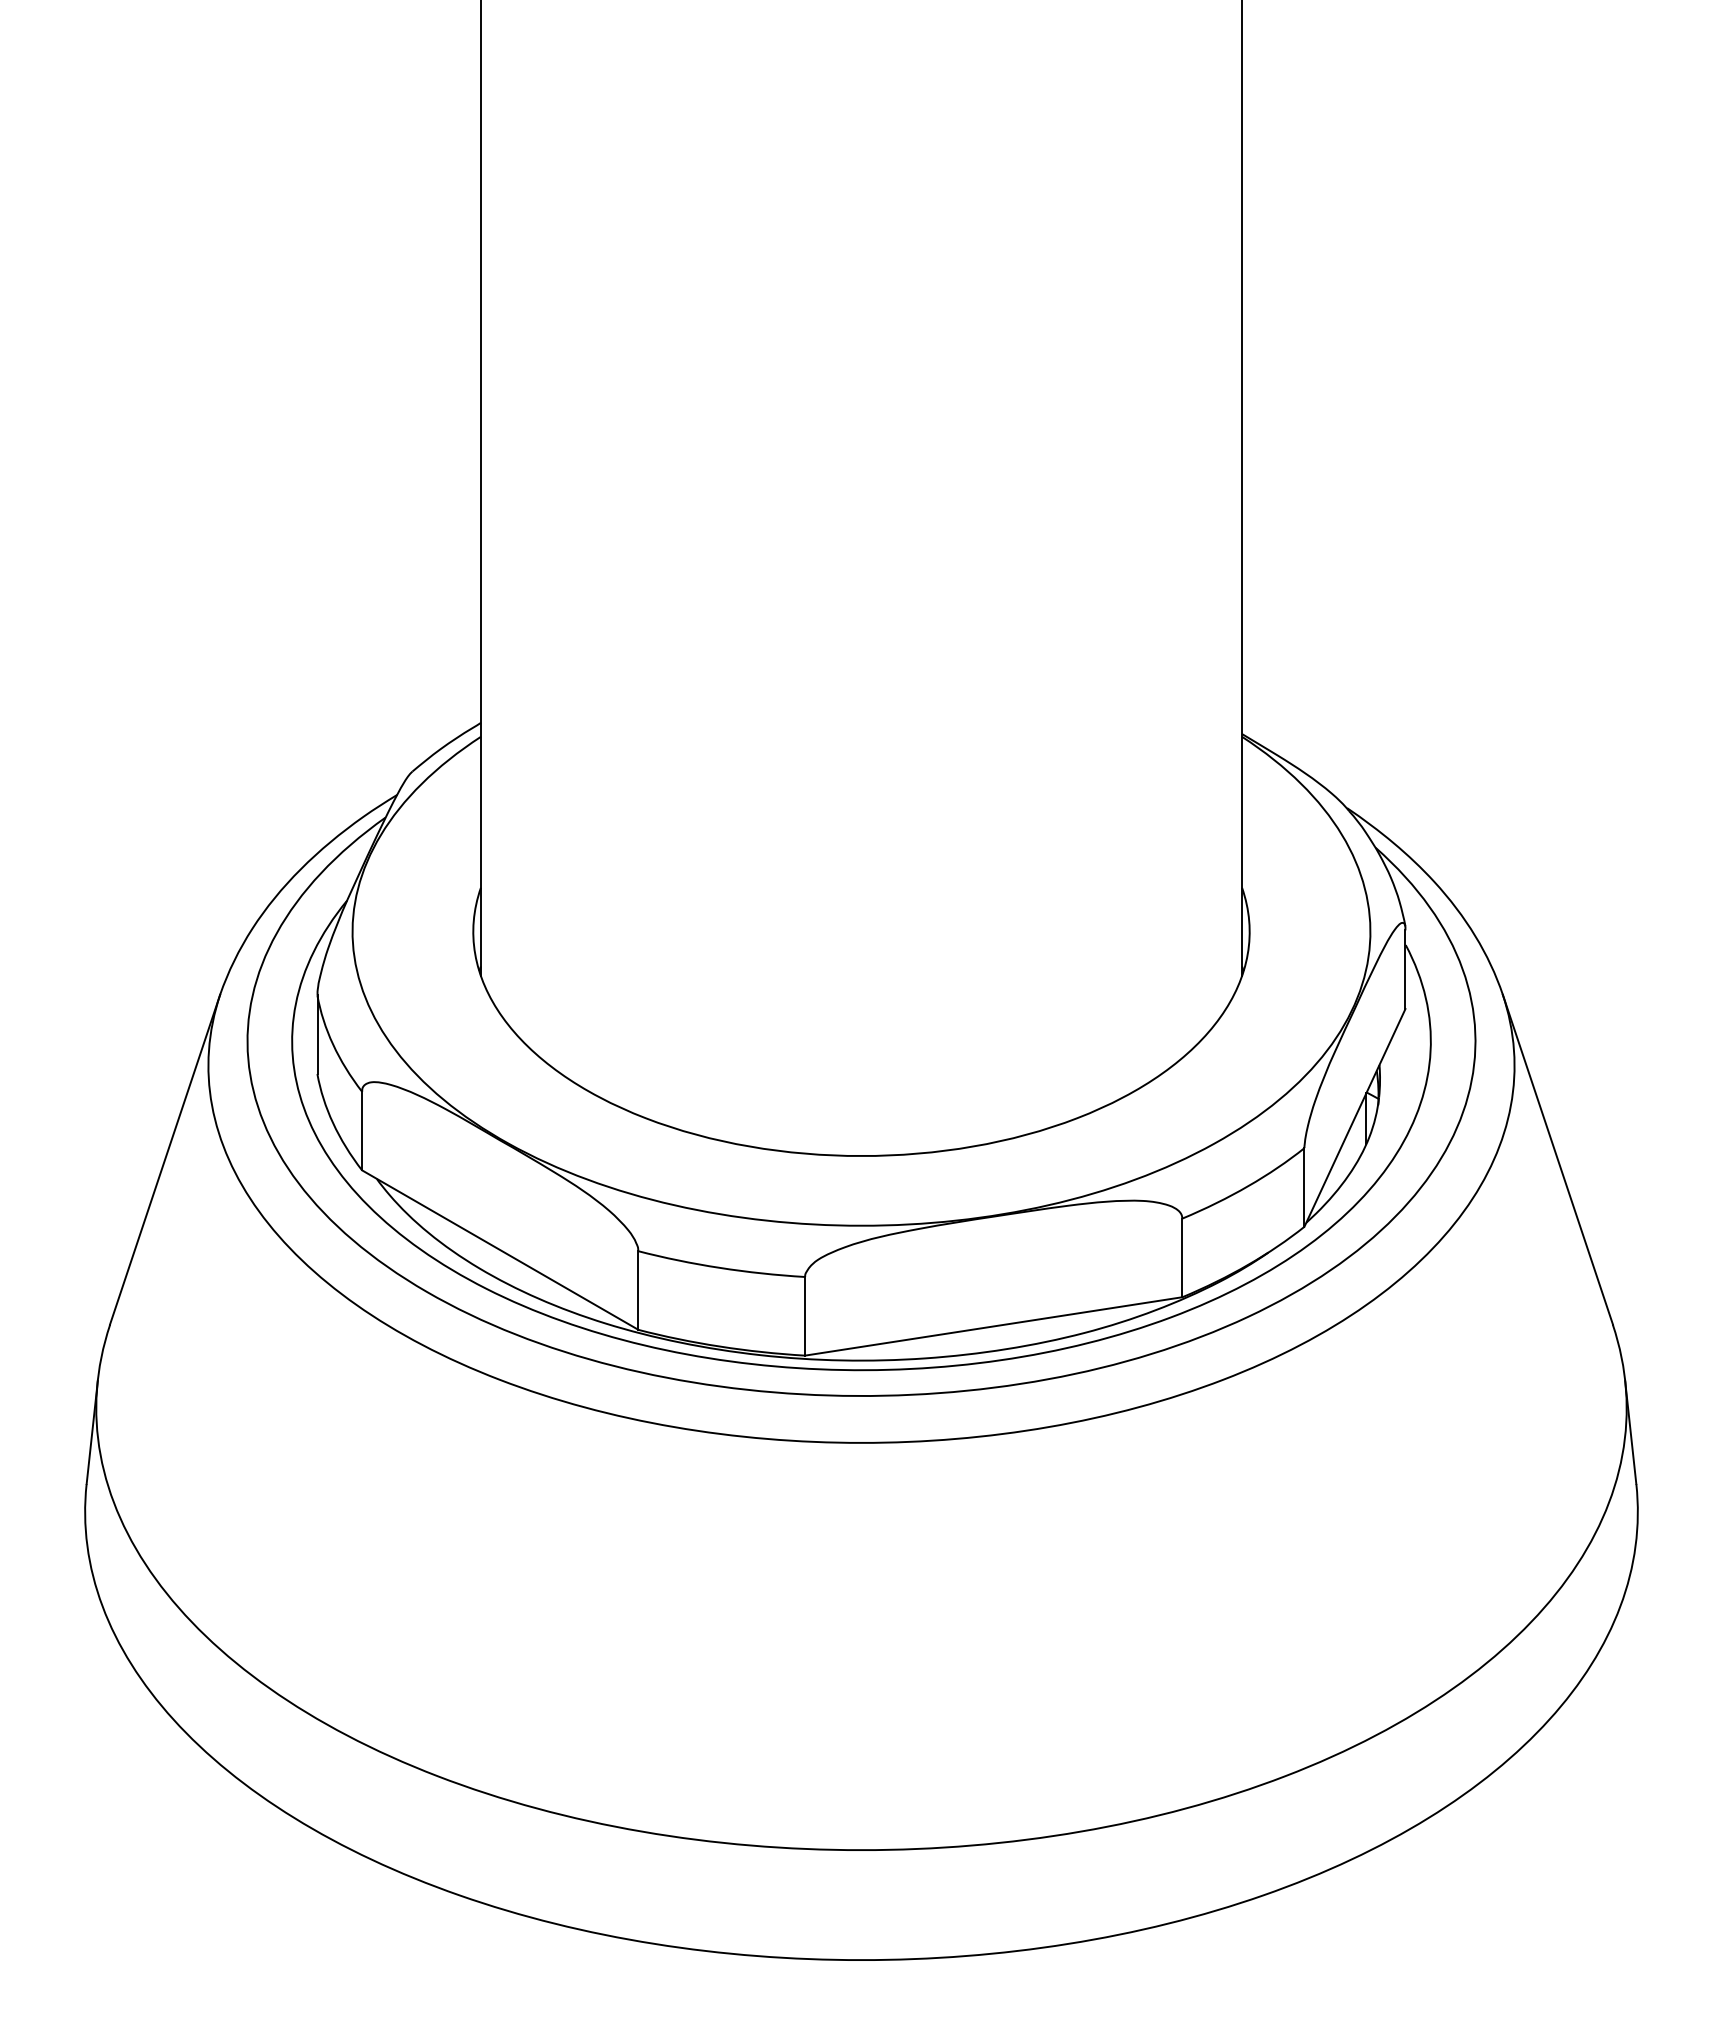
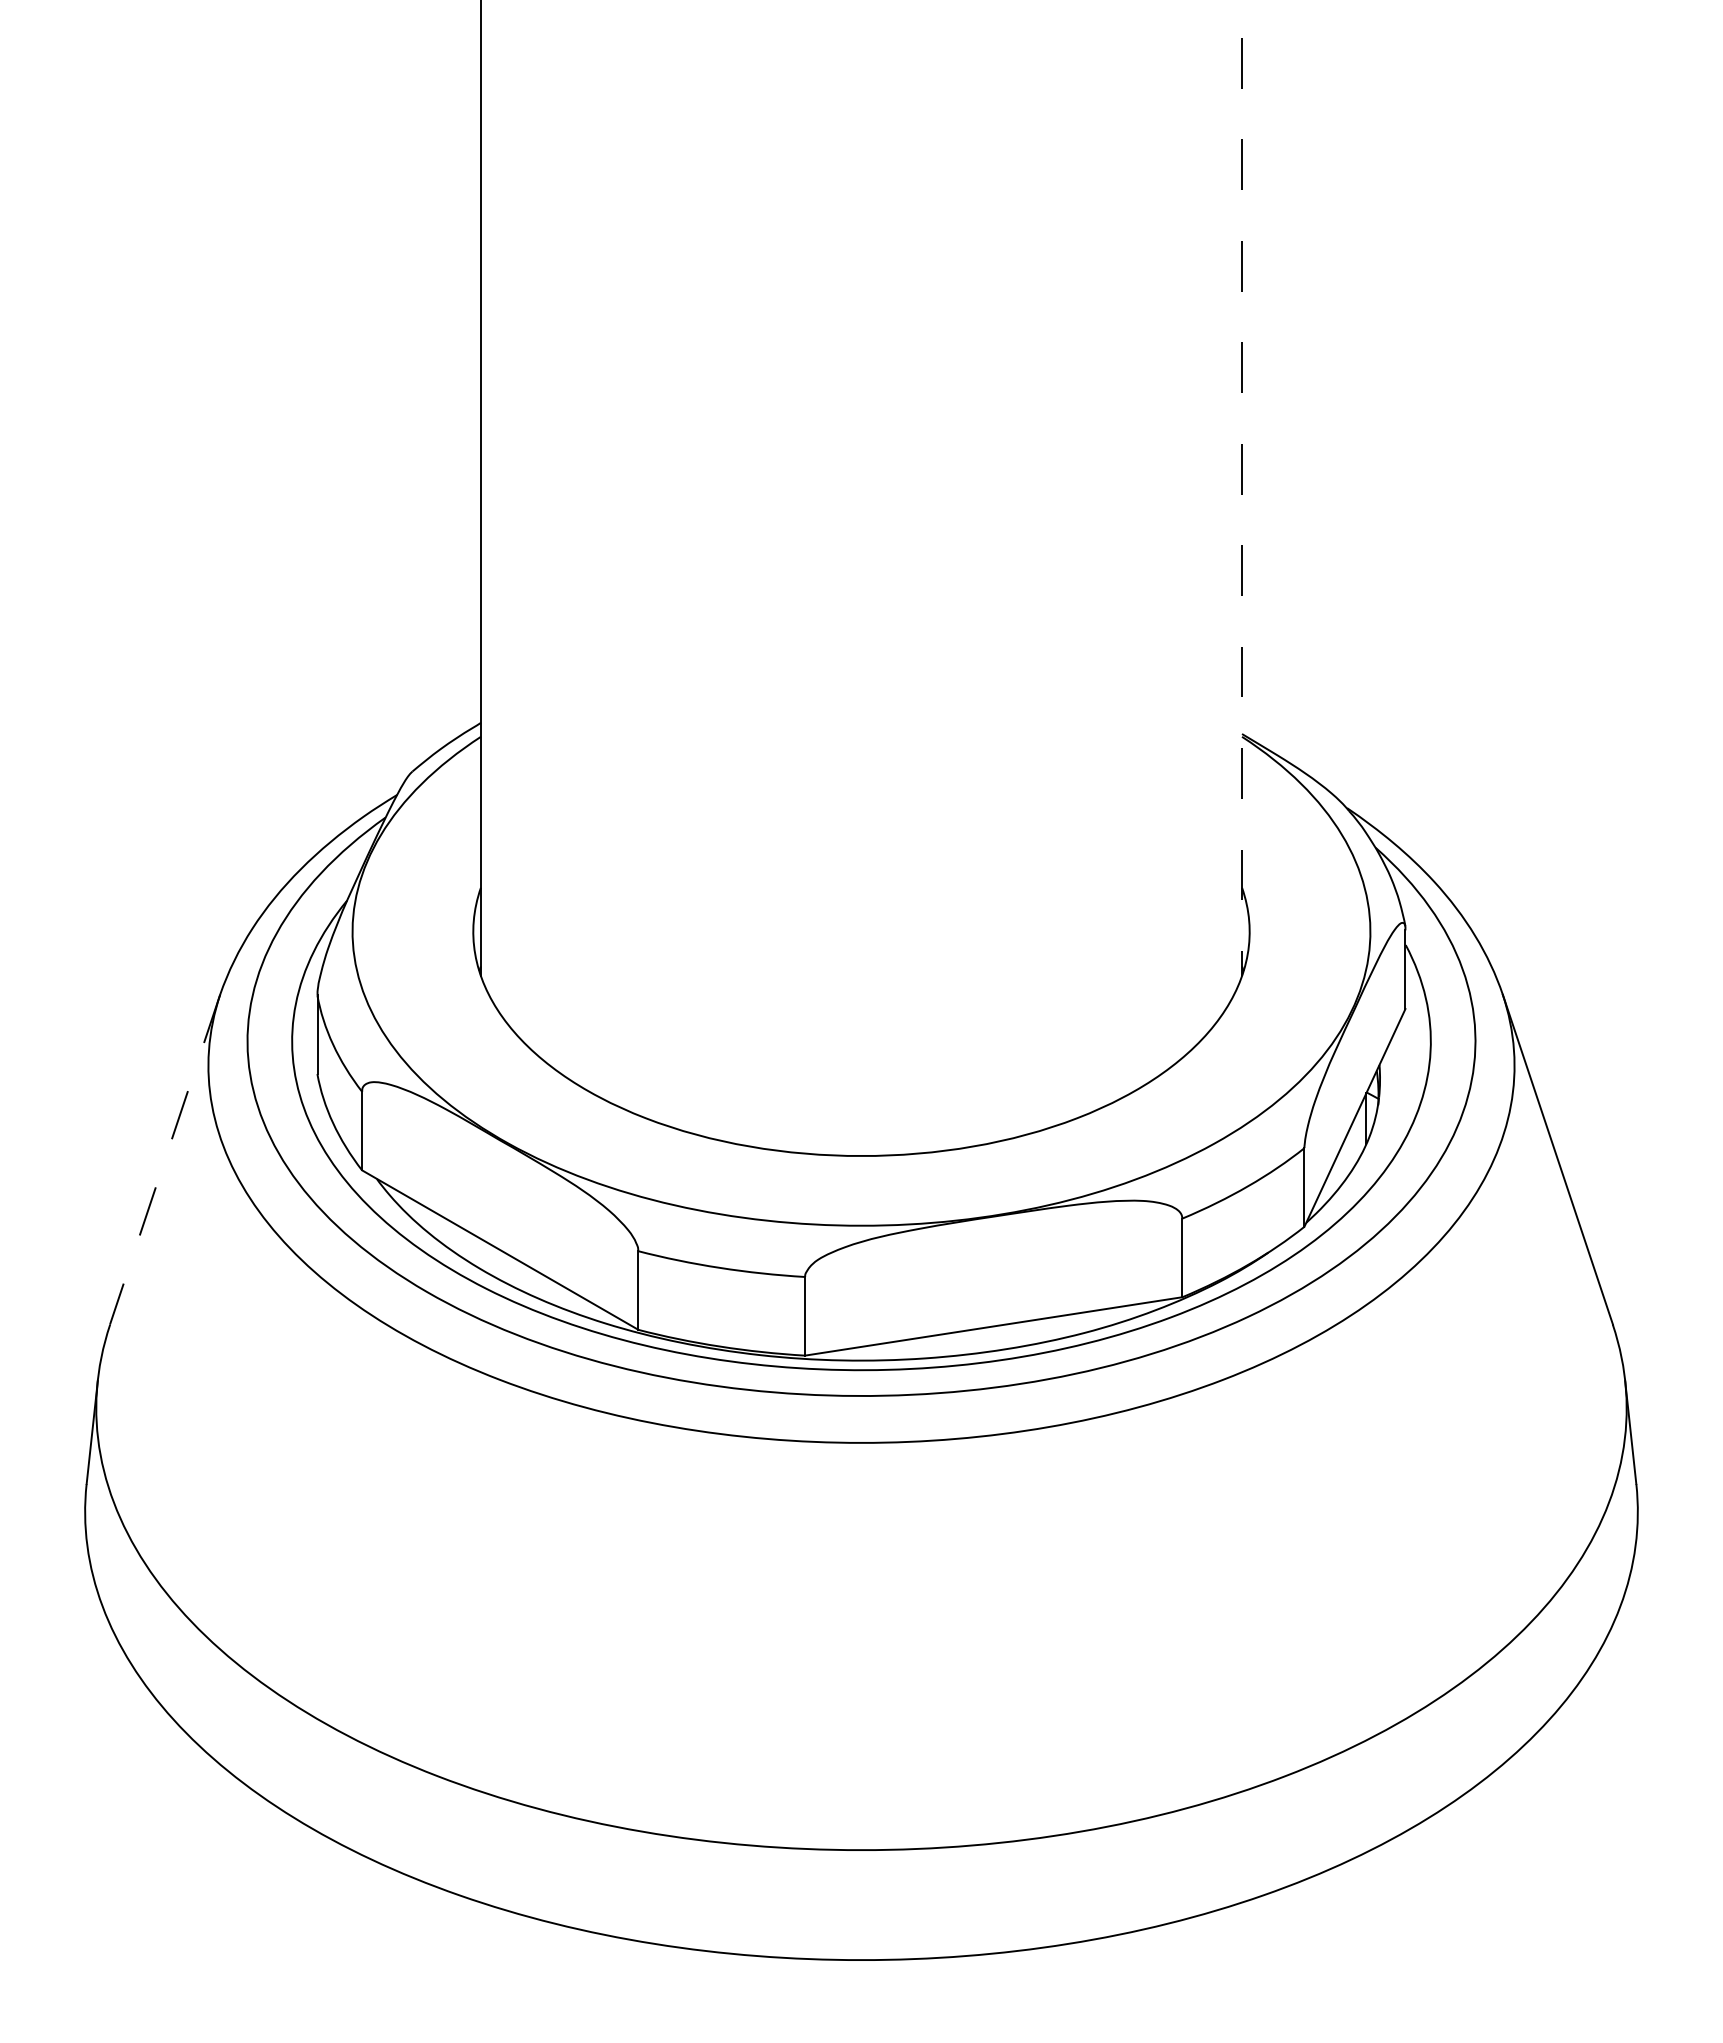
line at (1242, 488): solid -> dashed
line at (165, 1159): solid -> dashed
